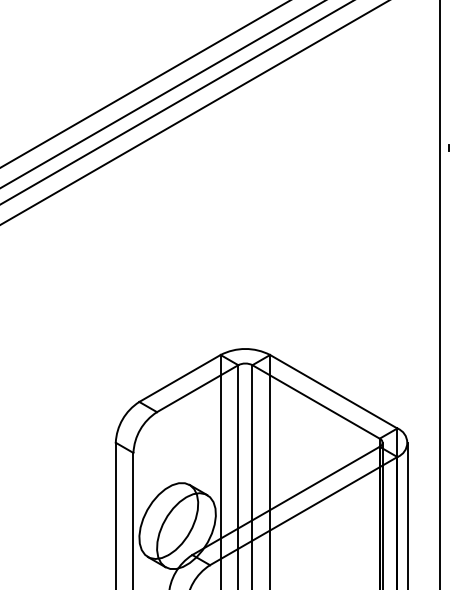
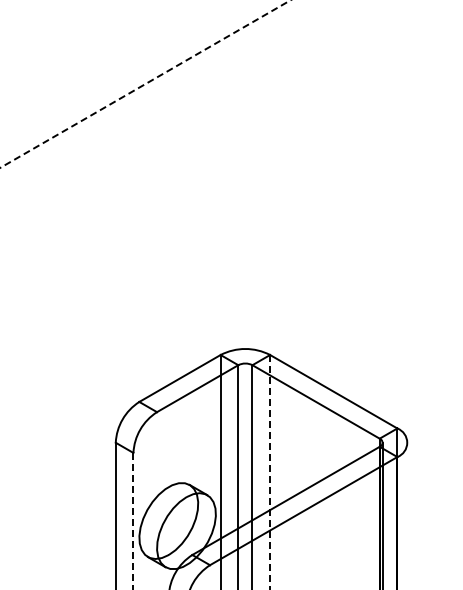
line at (146, 83): solid -> dashed
line at (162, 94): present -> none
line at (176, 102): present -> none
line at (194, 112): present -> none
line at (448, 147): present -> none
line at (440, 294): present -> none
line at (270, 472): solid -> dashed
line at (407, 514): present -> none
line at (133, 521): solid -> dashed
